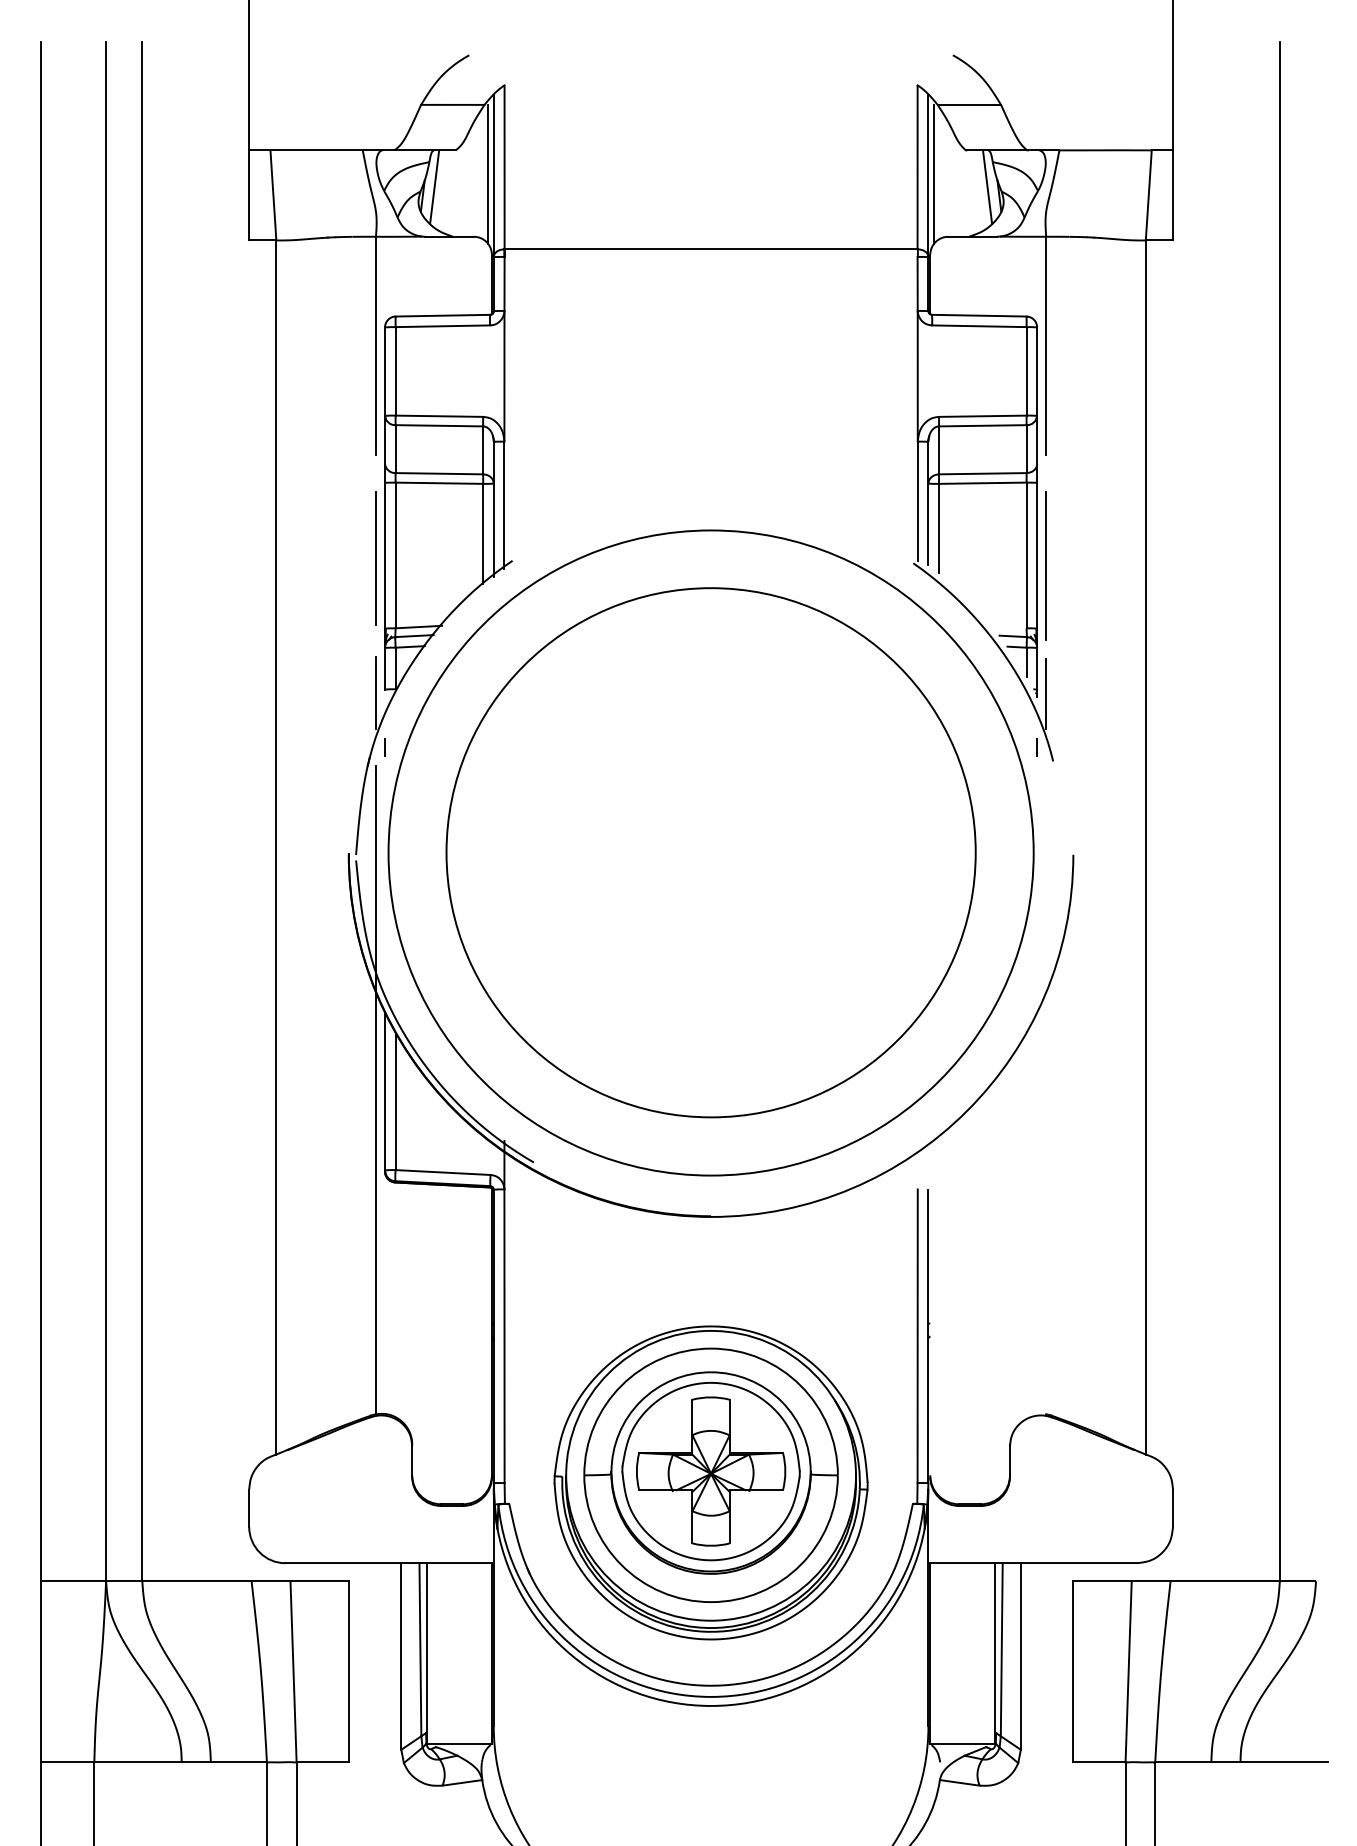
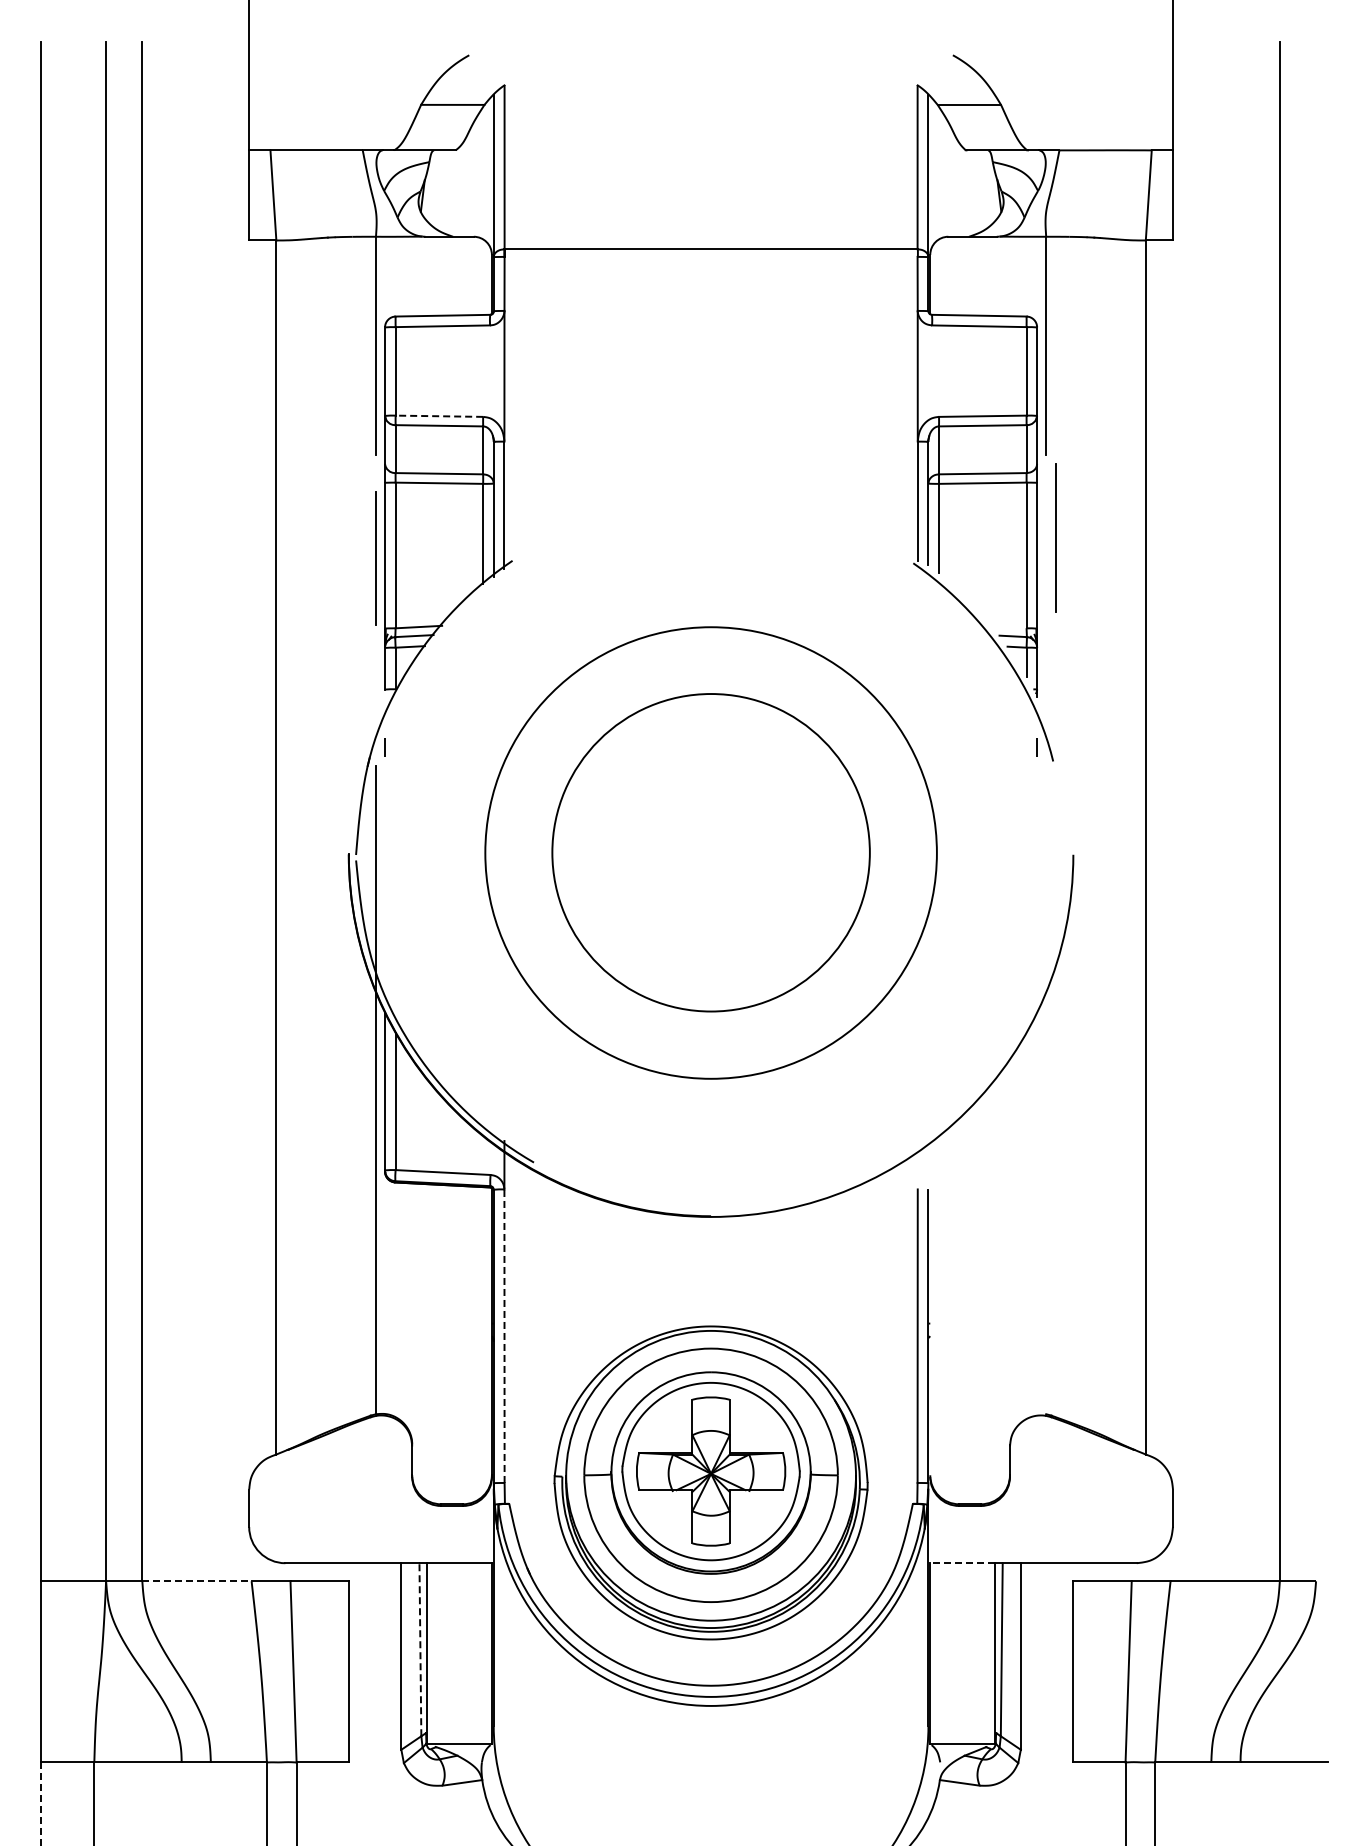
line at (488, 174): present -> none
line at (933, 174): present -> none
line at (434, 186): present -> none
line at (987, 186): present -> none
line at (439, 416): solid -> dashed
line at (1045, 565) position: (1045, 565) -> (1055, 537)
line at (375, 692): present -> none
line at (1046, 693): present -> none
circle at (710, 852) diameter: 529 px -> 318 px
circle at (710, 852) diameter: 645 px -> 452 px
line at (504, 1336): solid -> dashed
line at (962, 1563): solid -> dashed
line at (196, 1581): solid -> dashed
line at (420, 1649): solid -> dashed
line at (40, 1804): solid -> dashed
